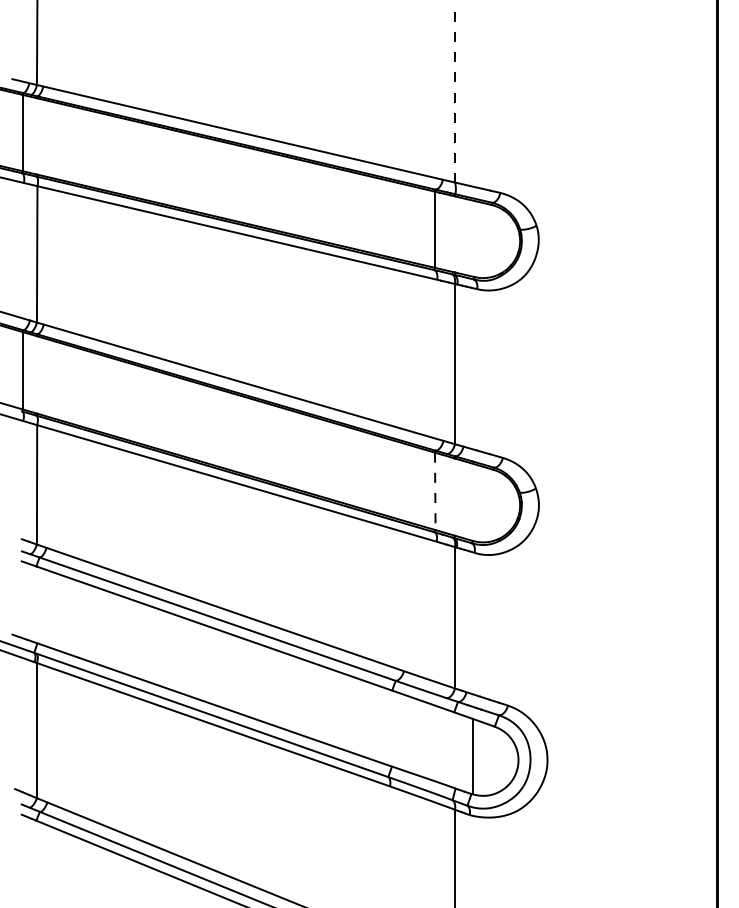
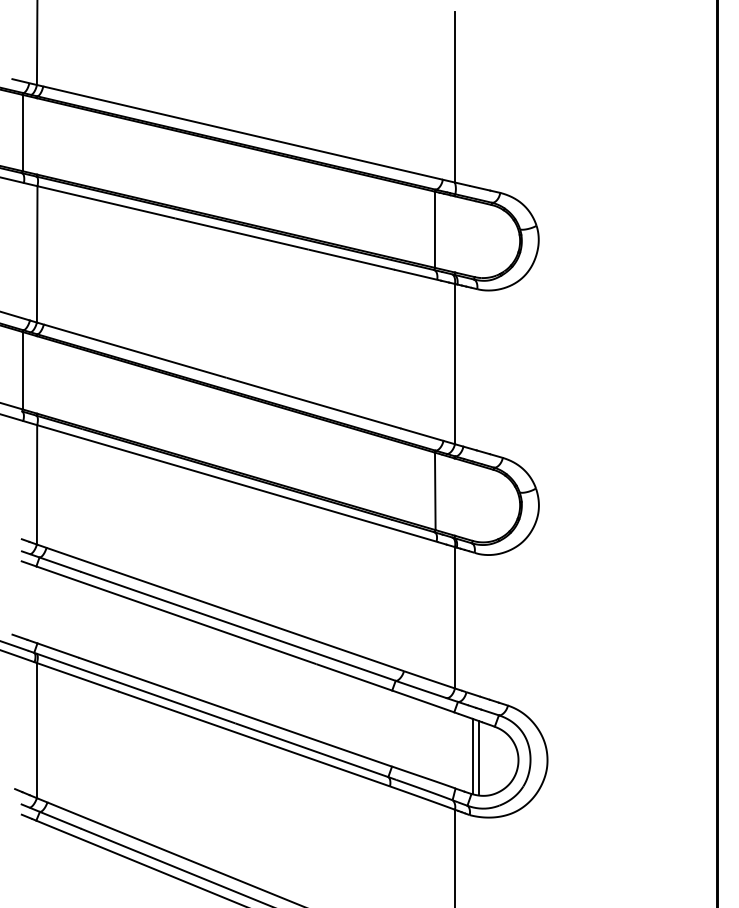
line at (454, 97): dashed -> solid
line at (435, 491): dashed -> solid
line at (478, 756): none -> present
